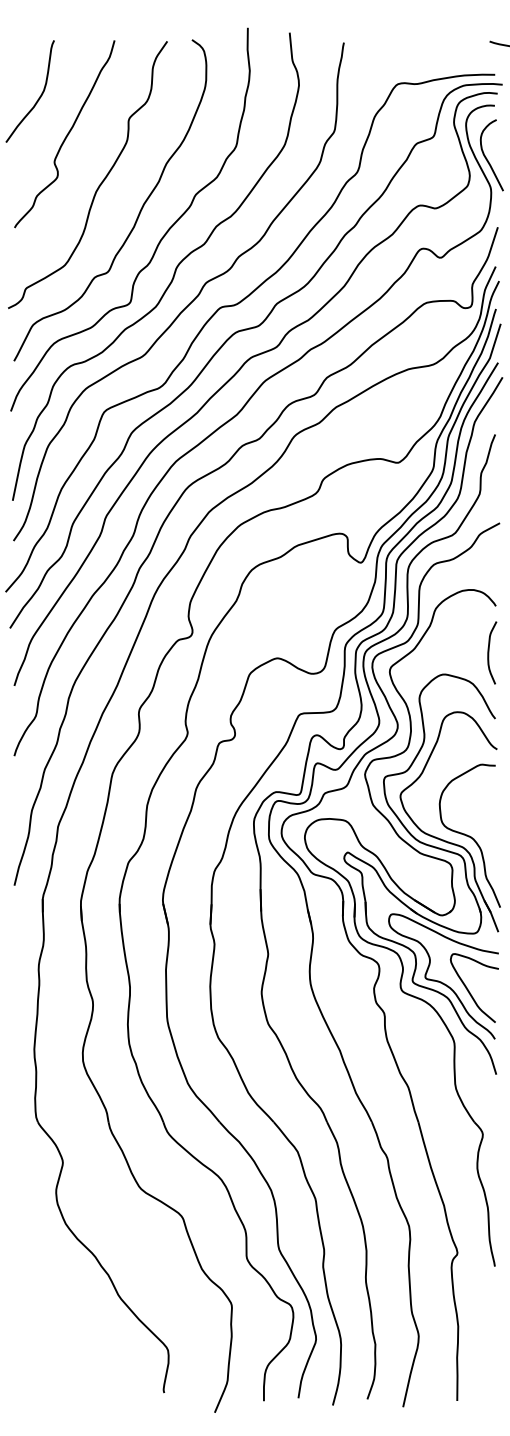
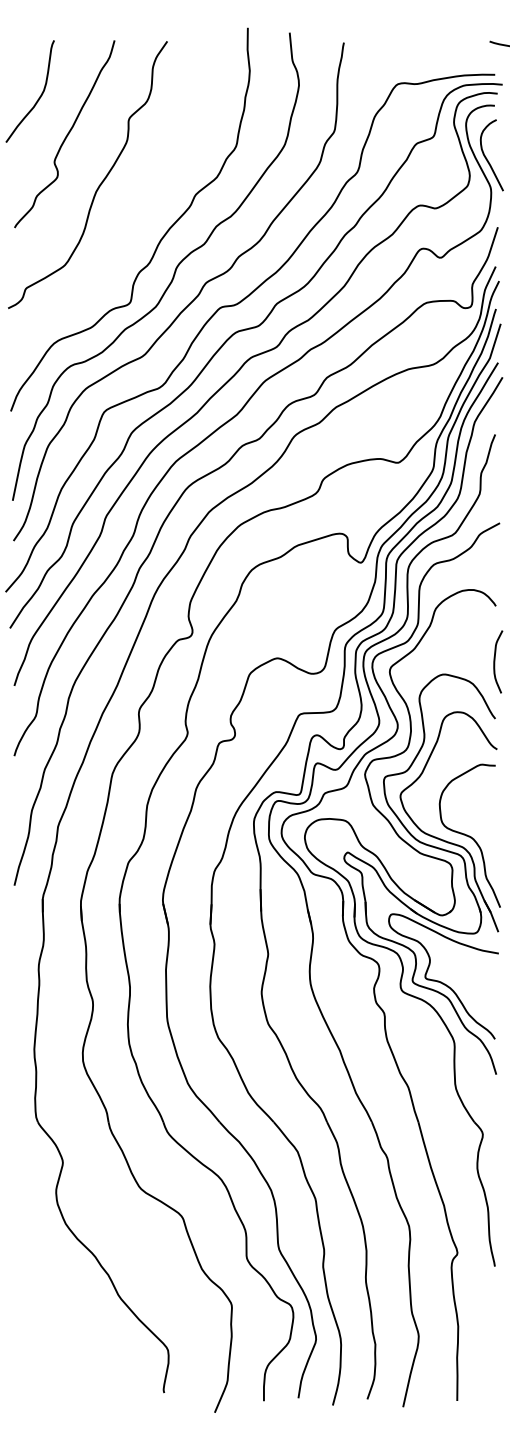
curve at (138, 213): present -> none
curve at (489, 652) position: (489, 652) -> (495, 661)
curve at (469, 990): present -> none
